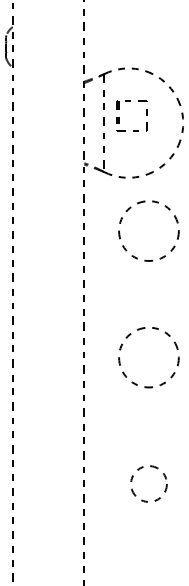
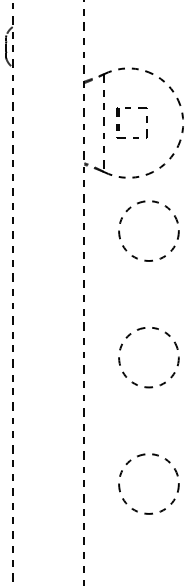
part at (119, 117) position: (119, 117) -> (119, 124)
circle at (148, 483) size: 38x38 px -> 62x62 px
